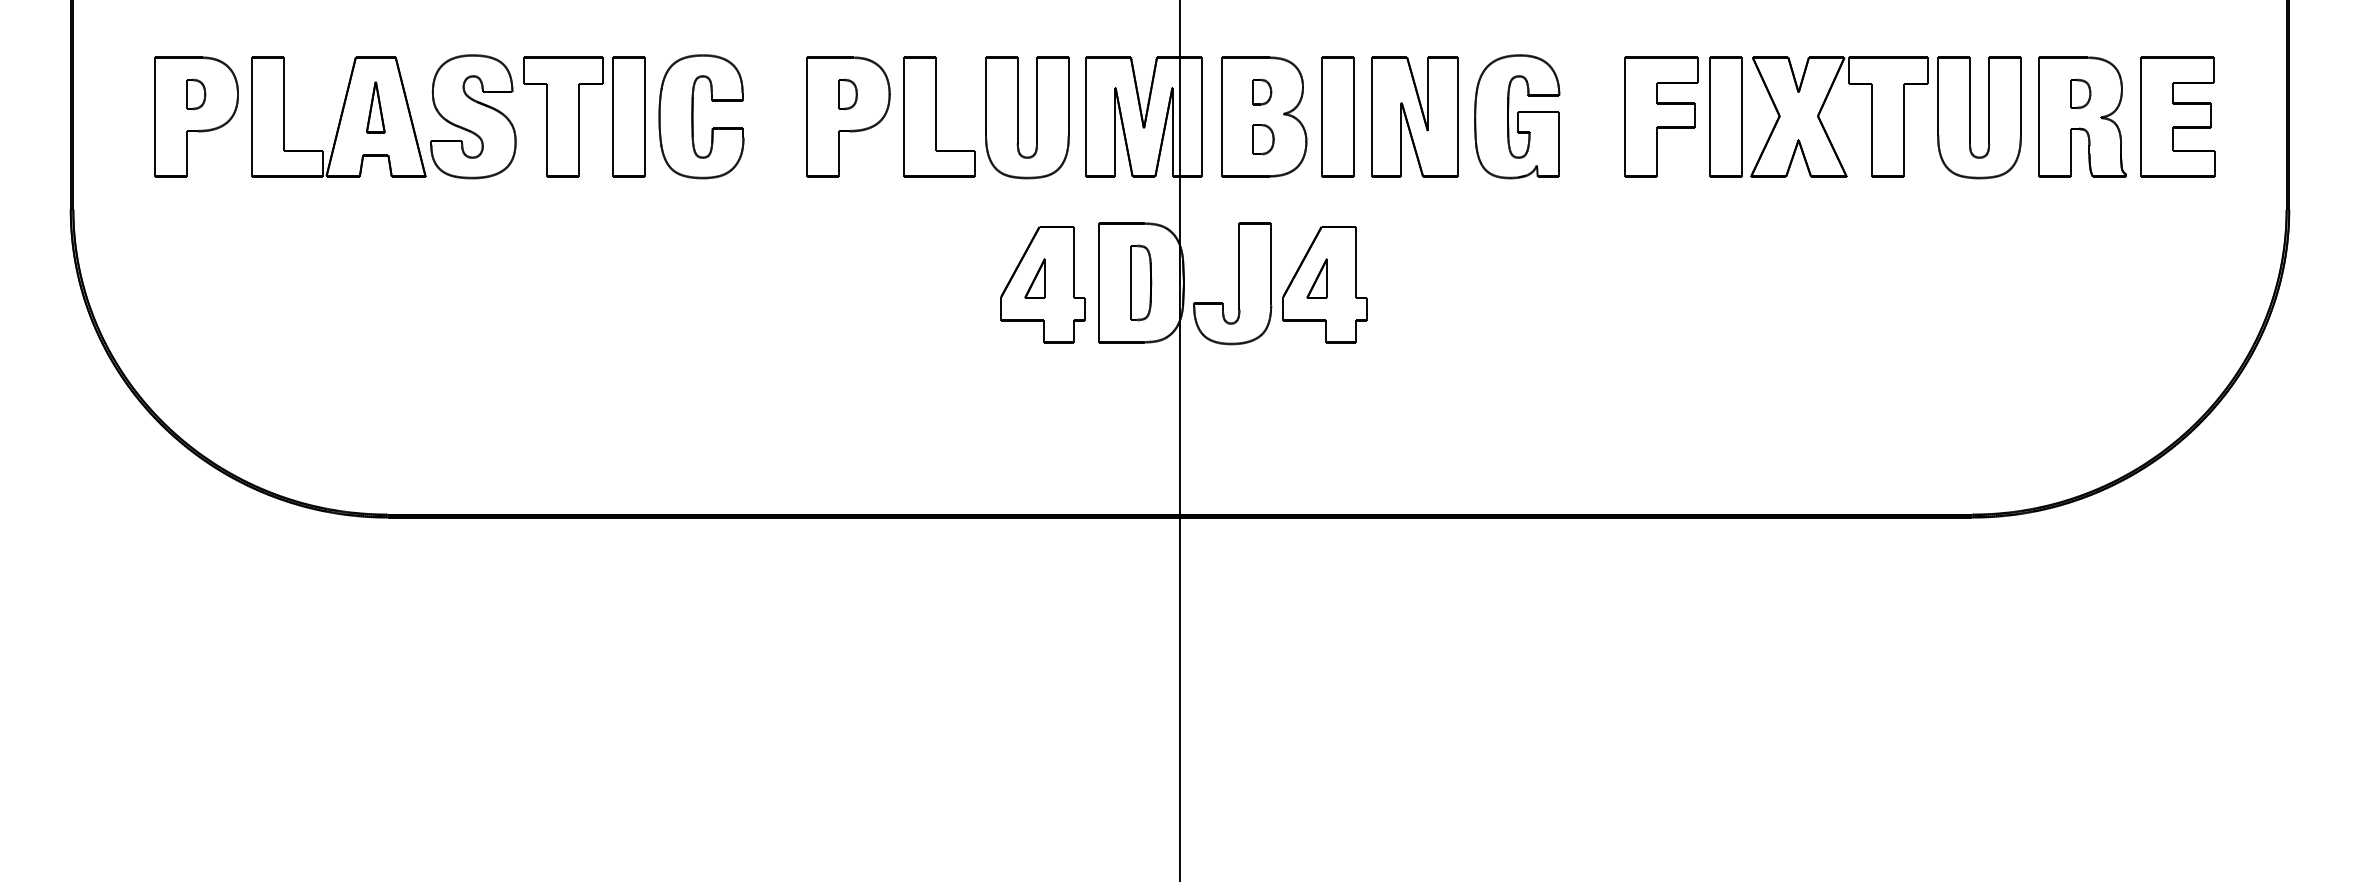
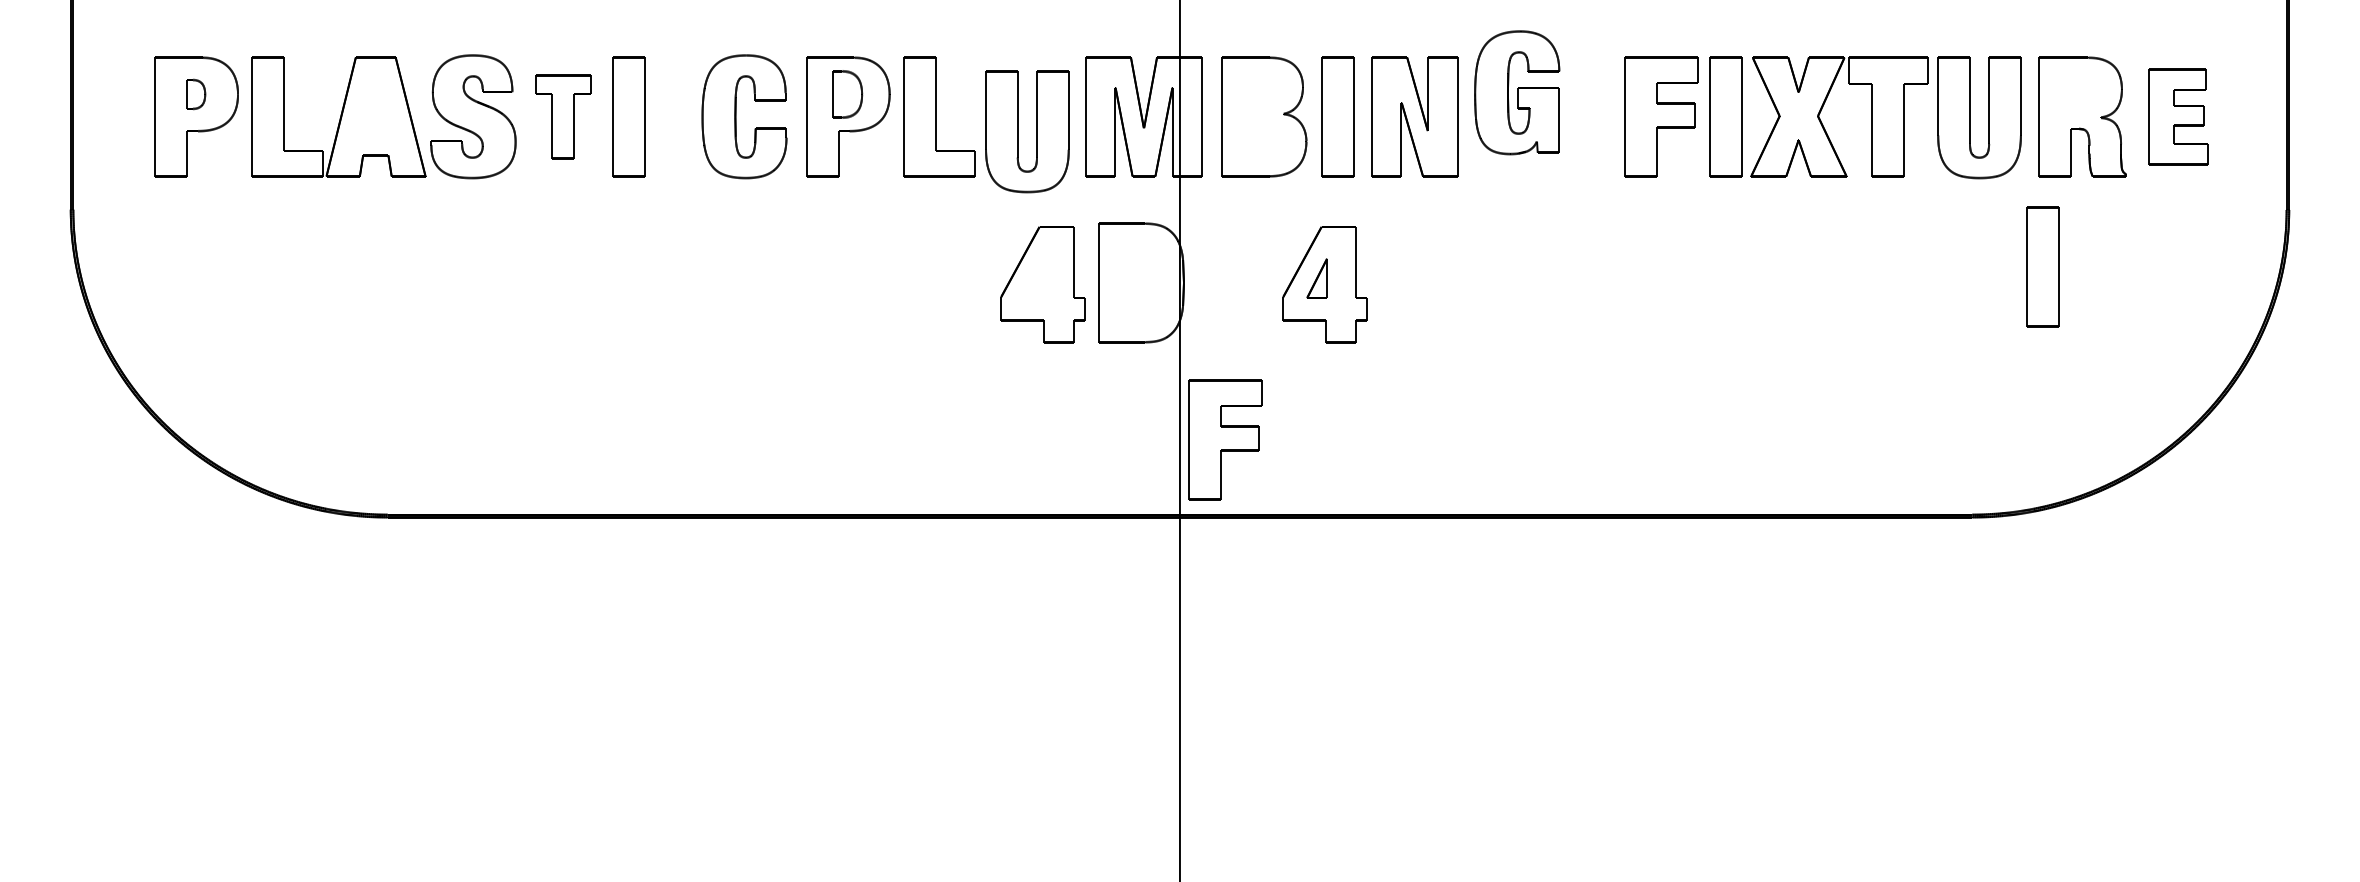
part at (1262, 91): present -> none
part at (2080, 93): present -> none
part at (847, 94) size: 20x33 px -> 32x49 px
part at (375, 107): present -> none
part at (563, 116) size: 81x122 px -> 57x86 px
part at (693, 116) position: (693, 116) -> (736, 116)
part at (1517, 116) position: (1517, 116) -> (1517, 92)
part at (2177, 116) size: 76x122 px -> 61x98 px
part at (1018, 117) position: (1018, 117) -> (1018, 131)
part at (1263, 139): present -> none
part at (2042, 266): none -> present
part at (1034, 278): present -> none
part at (1141, 282): present -> none
part at (1232, 283): present -> none
part at (1225, 439): none -> present
